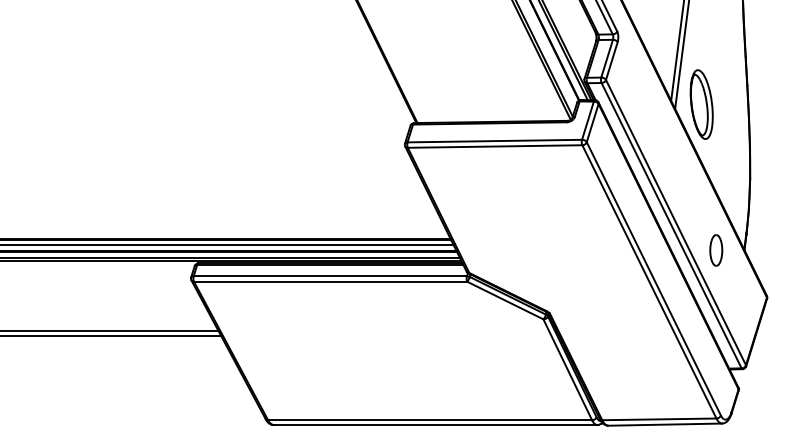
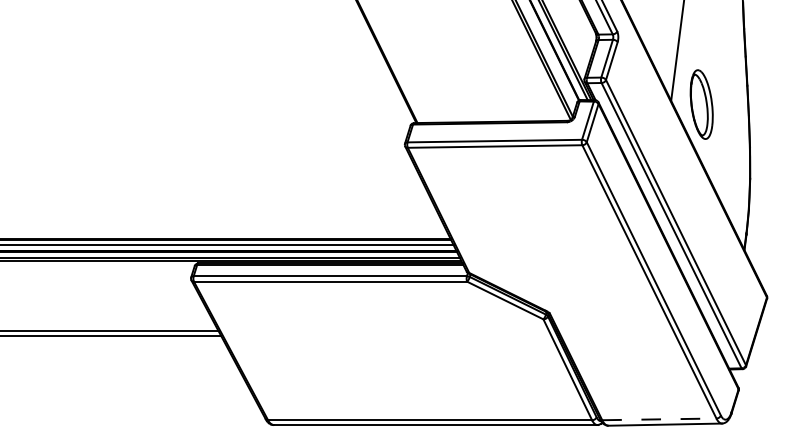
line at (681, 55): present -> none
part at (716, 250): present -> none
line at (659, 419): solid -> dashed
